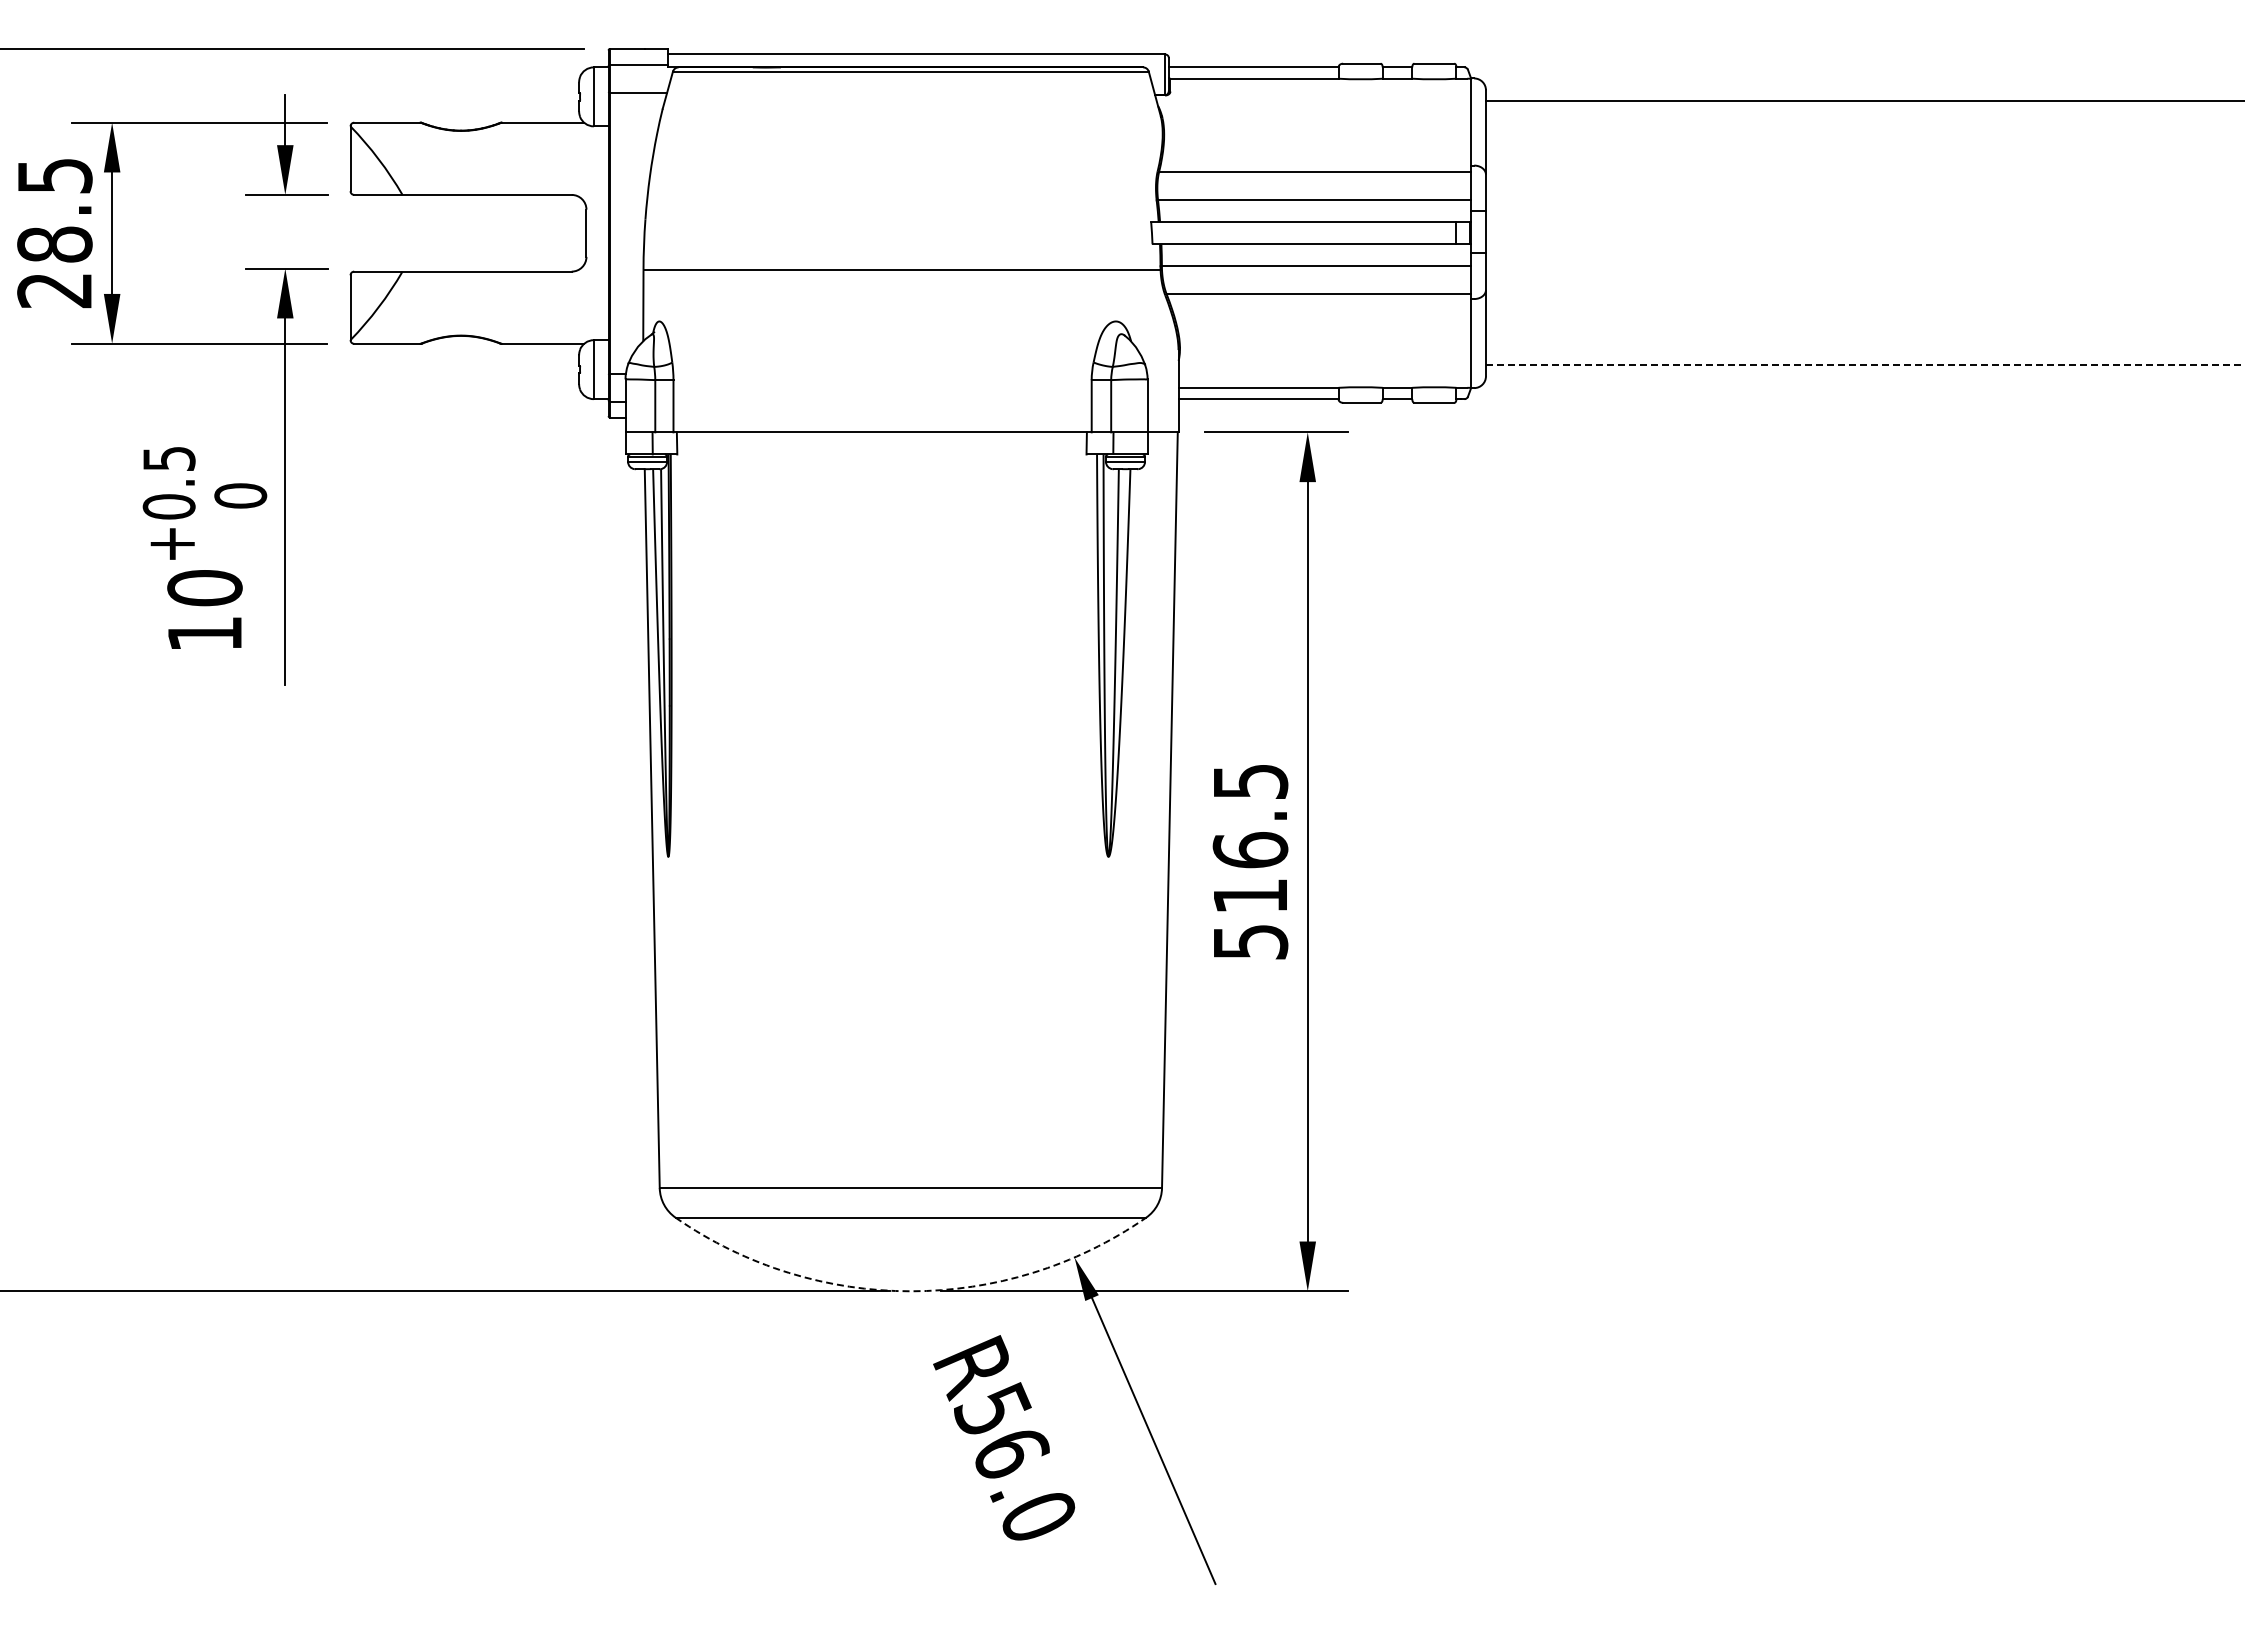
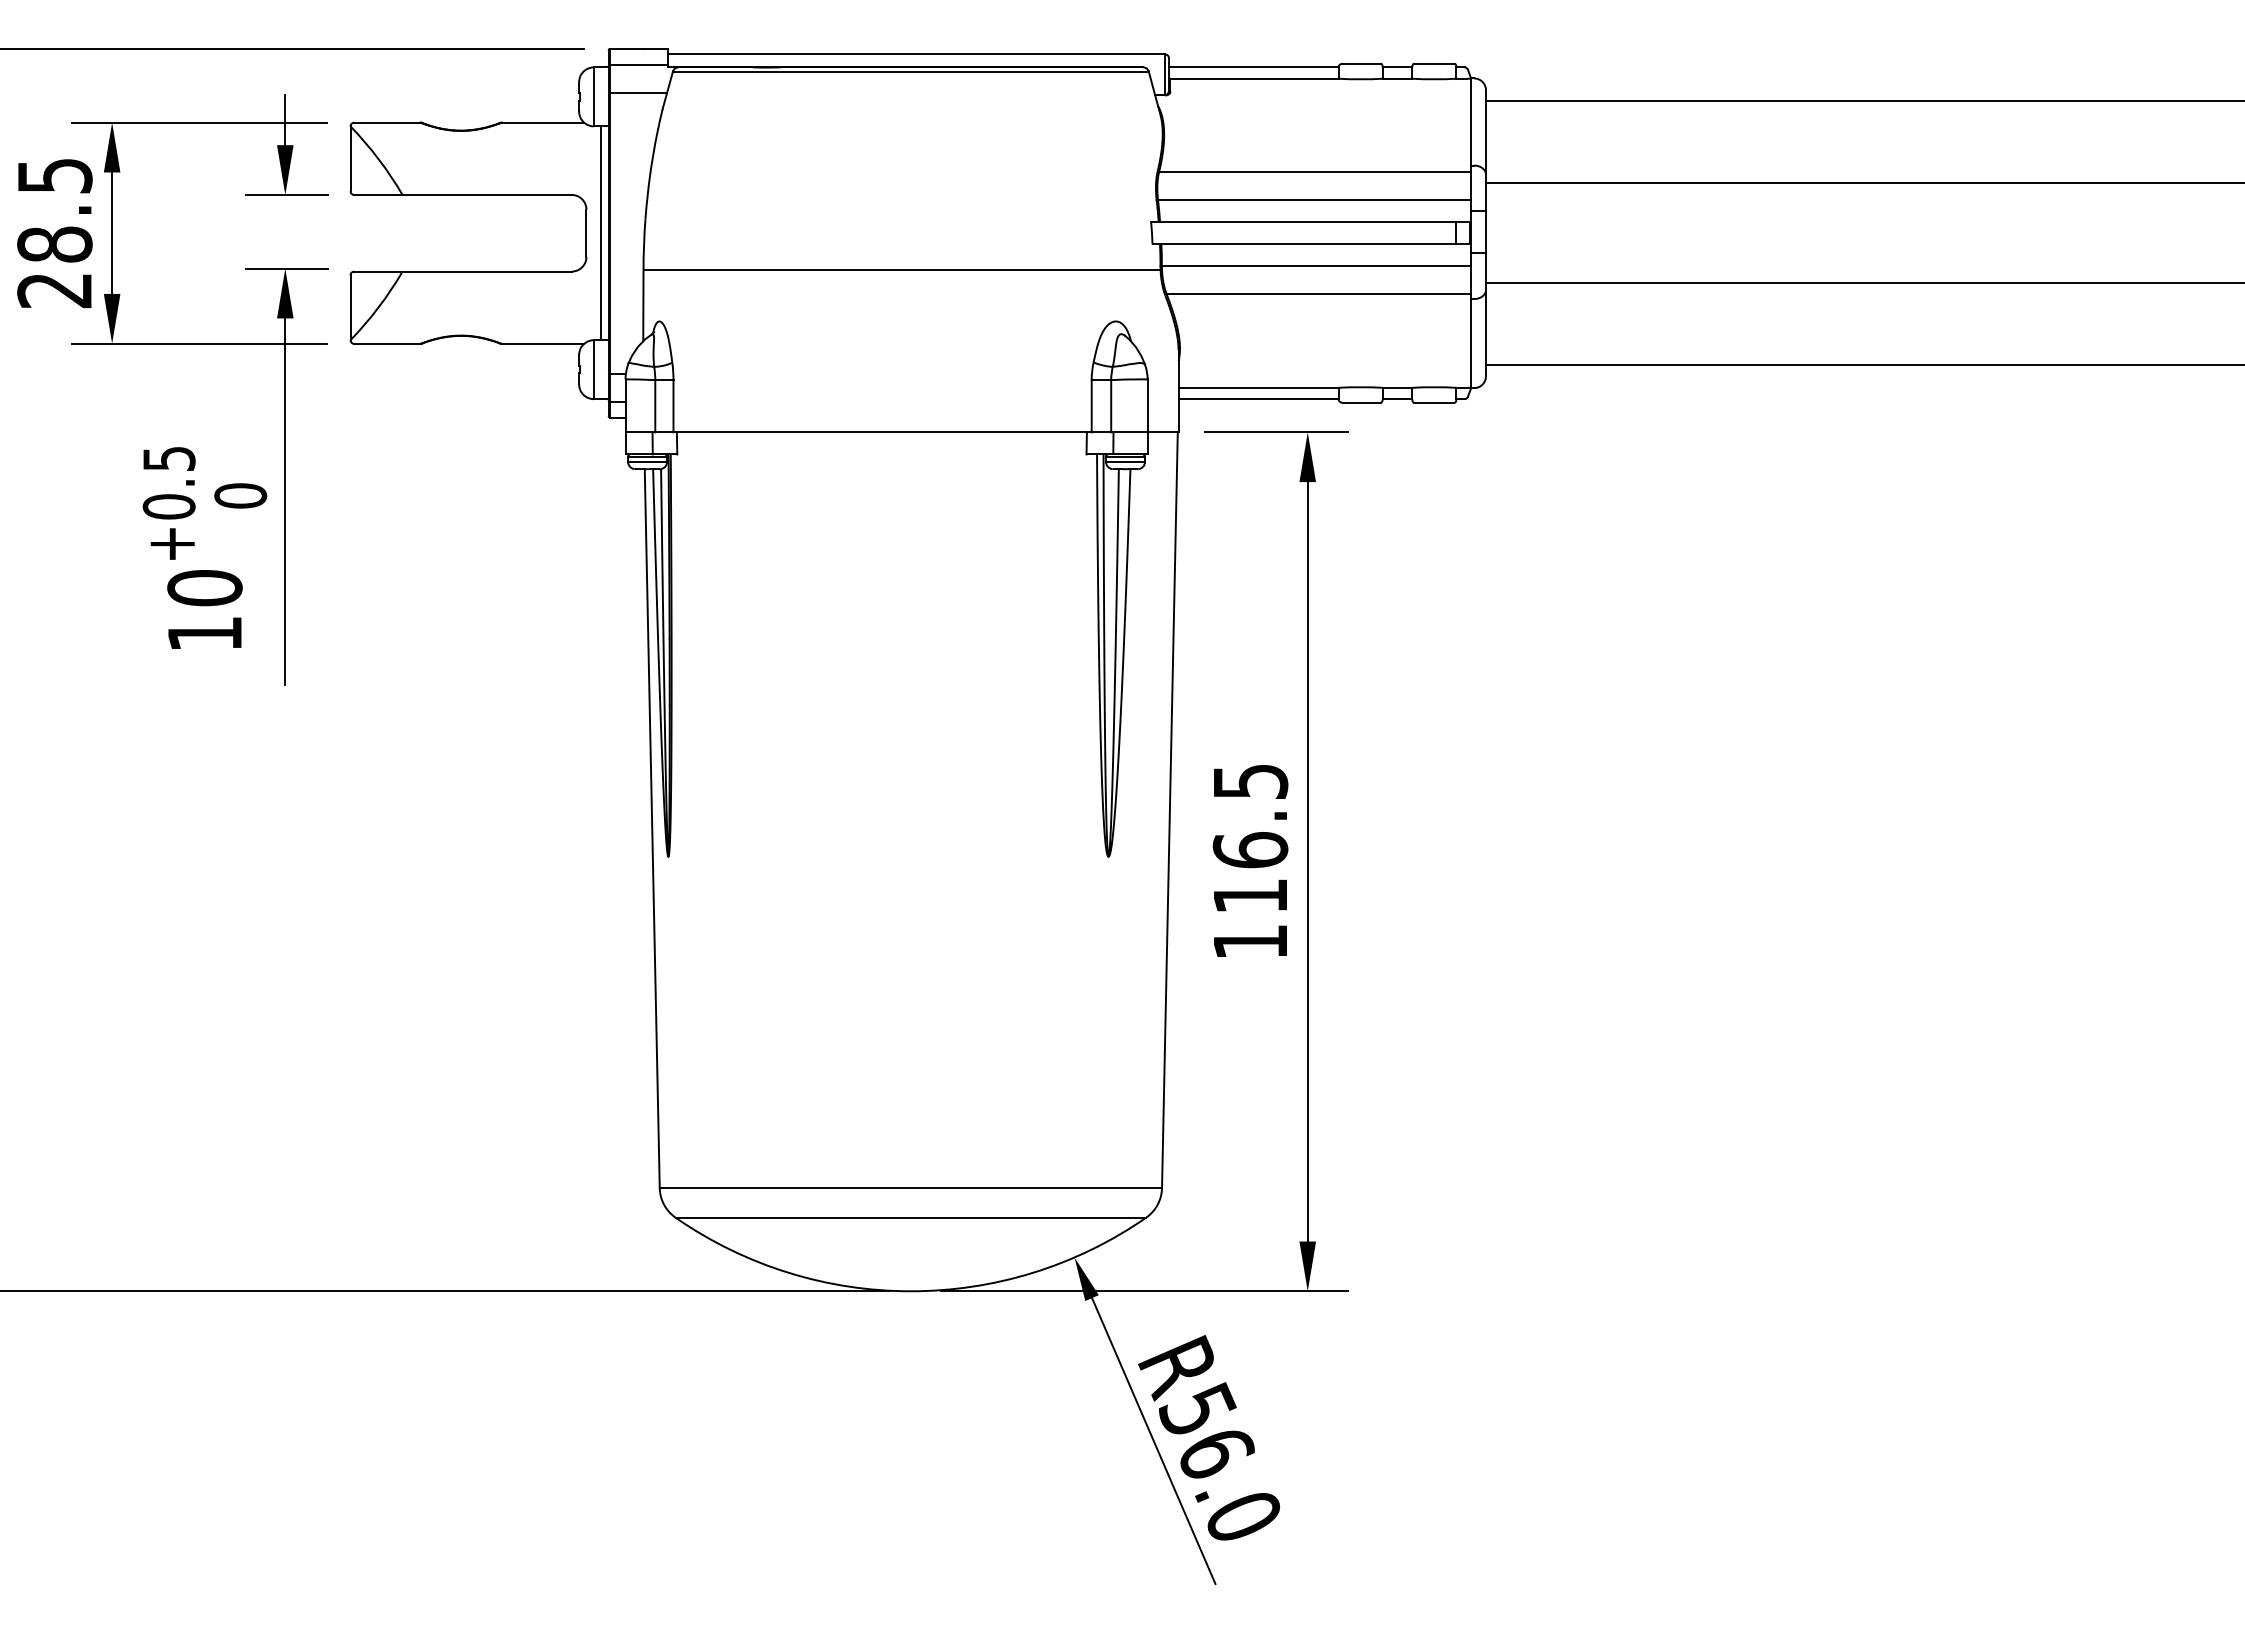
line at (1863, 183): none -> present
line at (601, 233): none -> present
line at (1863, 283): none -> present
line at (1865, 365): dashed -> solid
text at (1251, 942): 516.5 -> 116.5
arc at (910, 1291): dashed -> solid
text at (1004, 1437) position: (1004, 1437) -> (1209, 1437)
